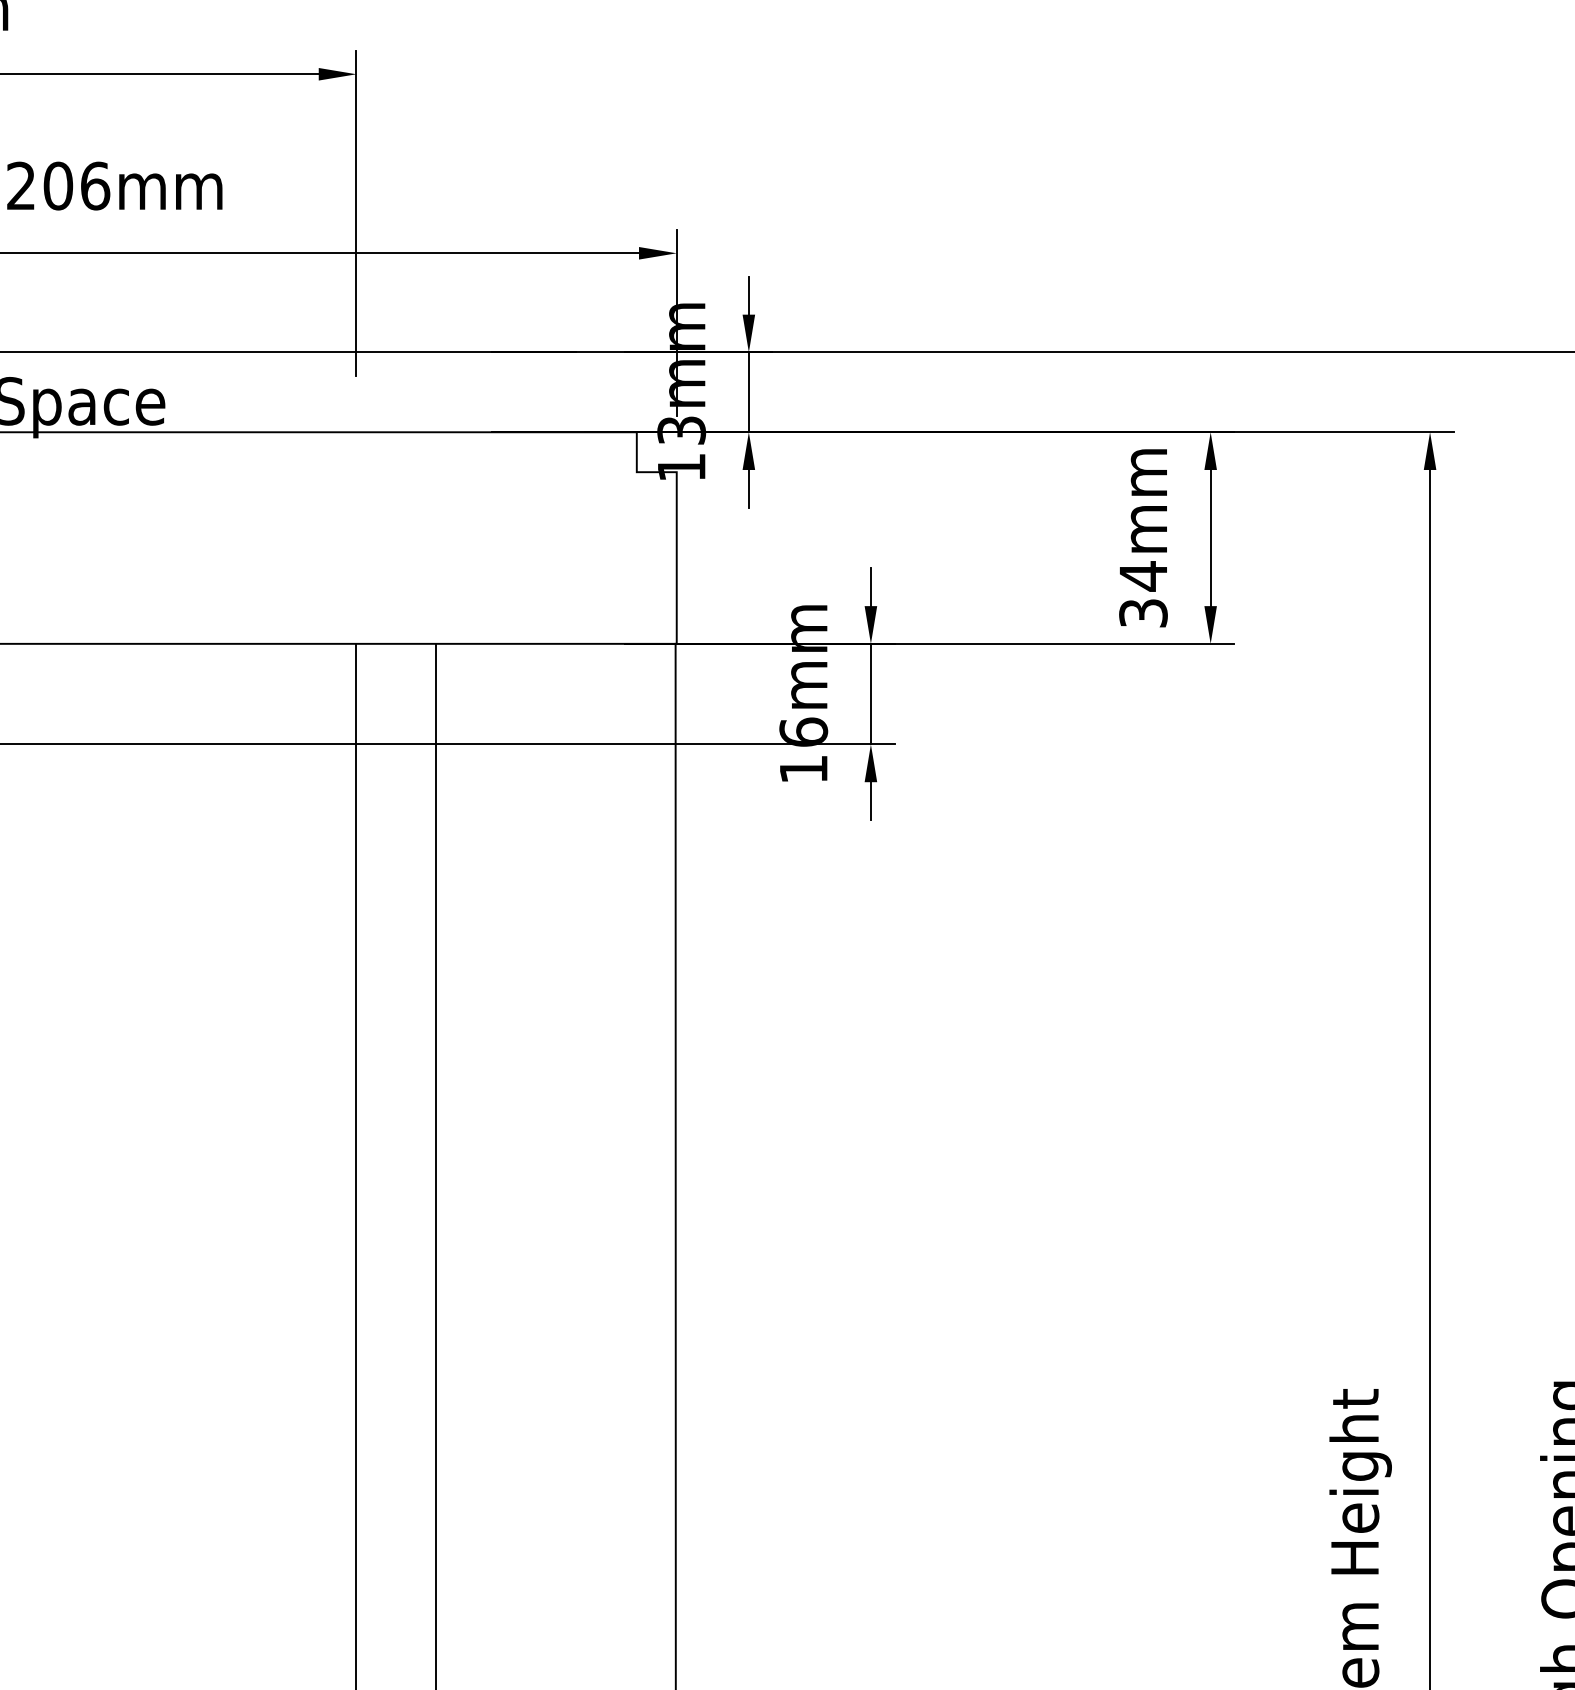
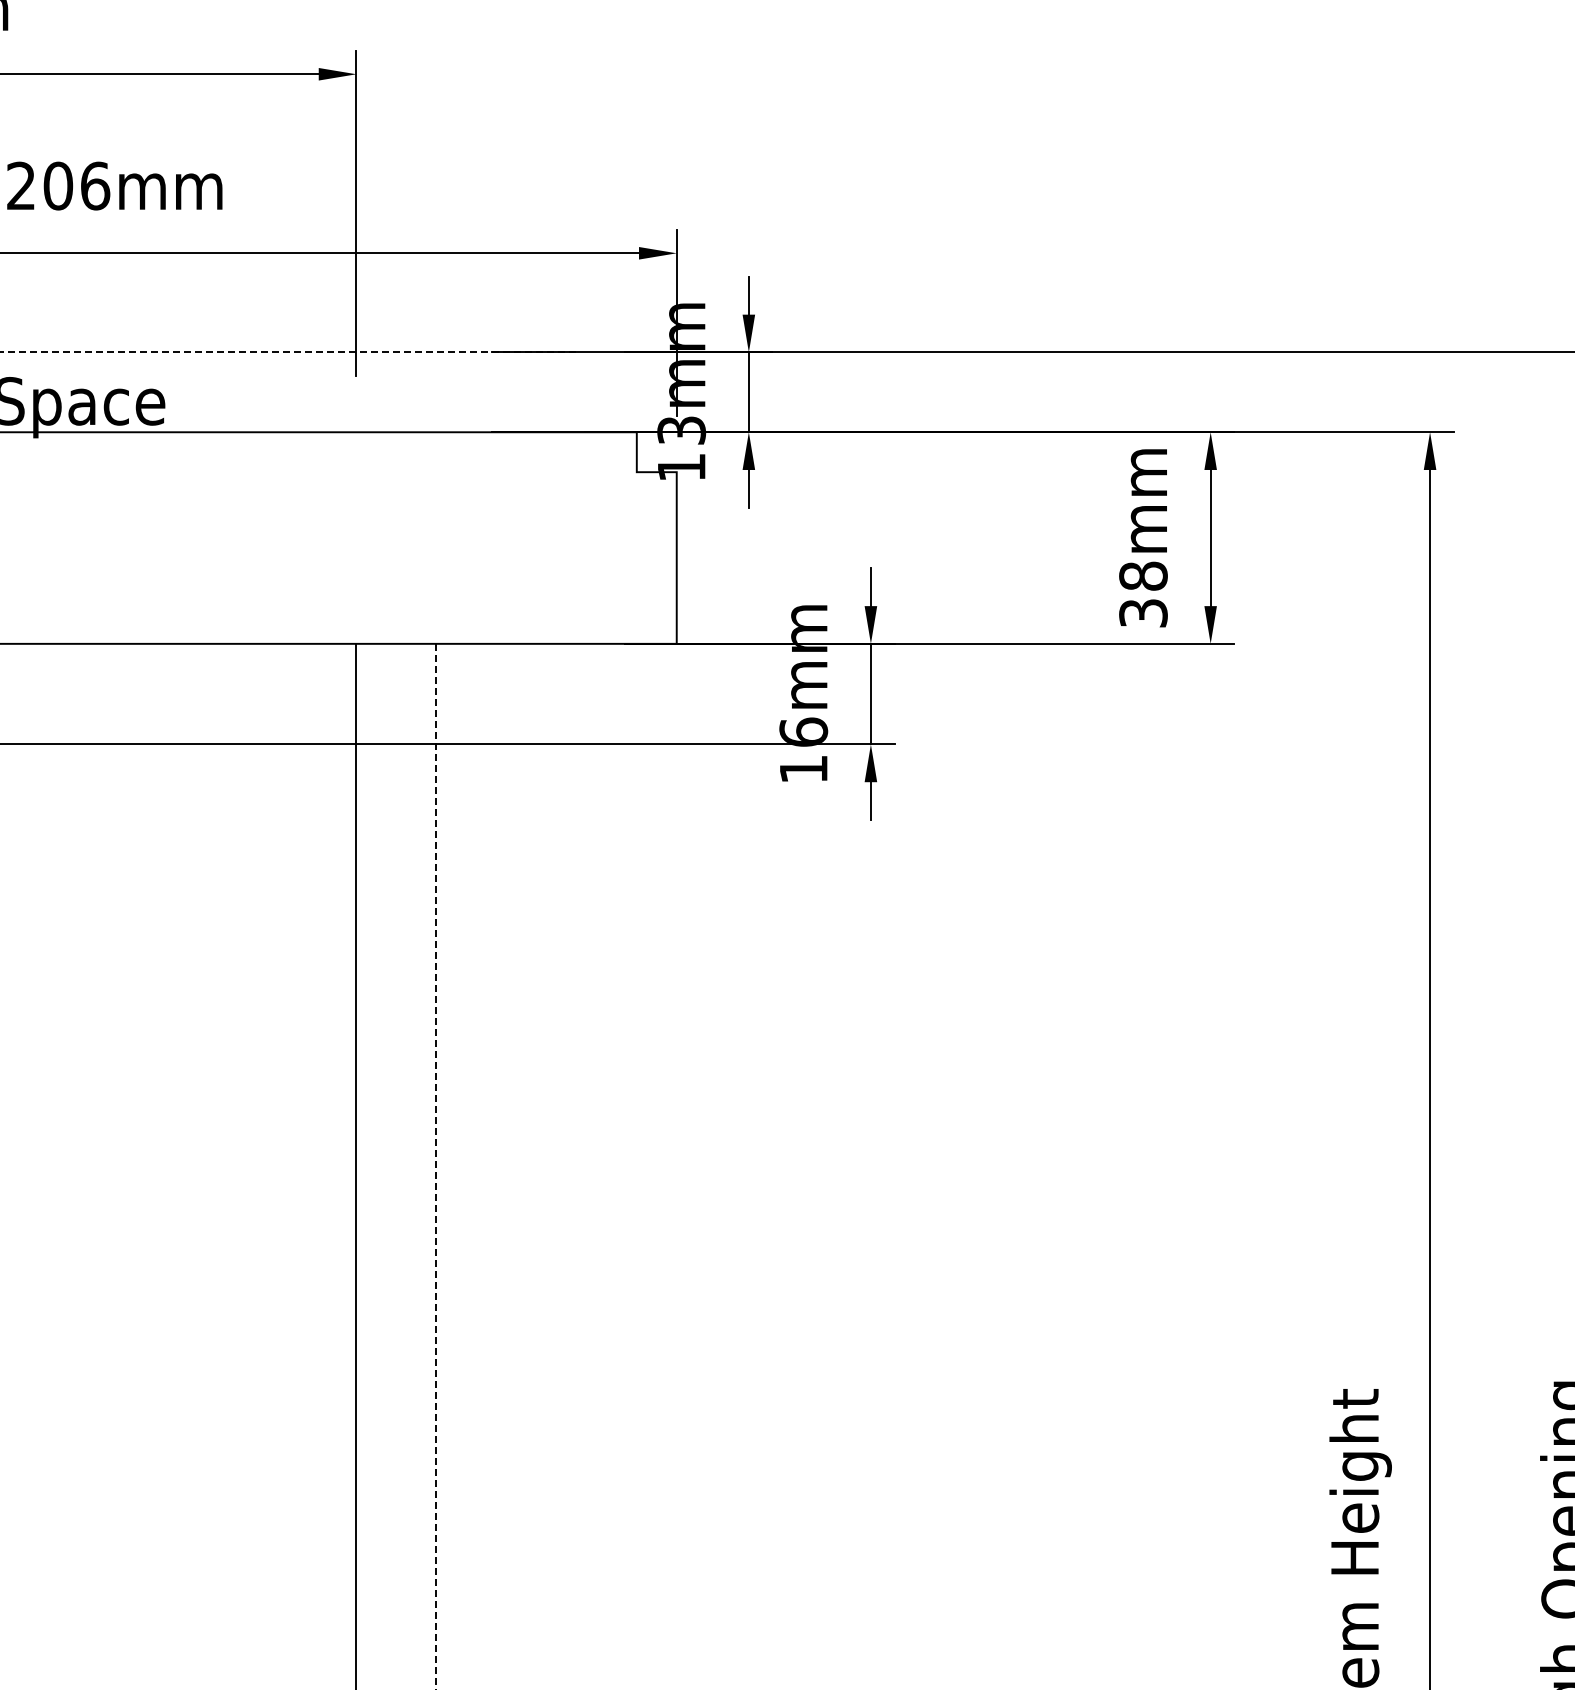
line at (287, 352): solid -> dashed
text at (1143, 576): 34mm -> 38mm
line at (675, 1164): present -> none
line at (436, 1166): solid -> dashed
